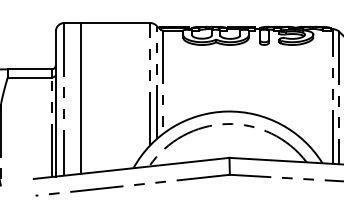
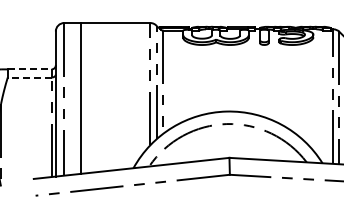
line at (29, 69): solid -> dashed
line at (29, 77): solid -> dashed
